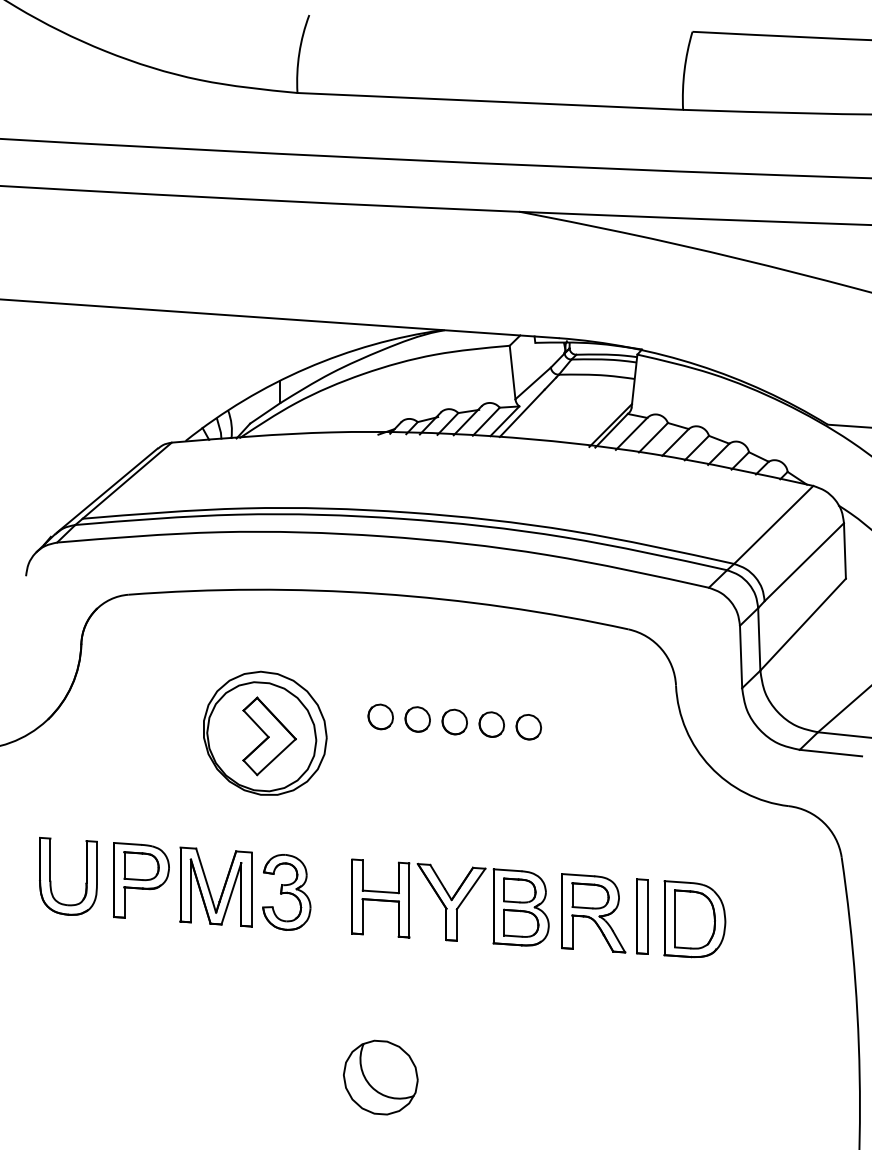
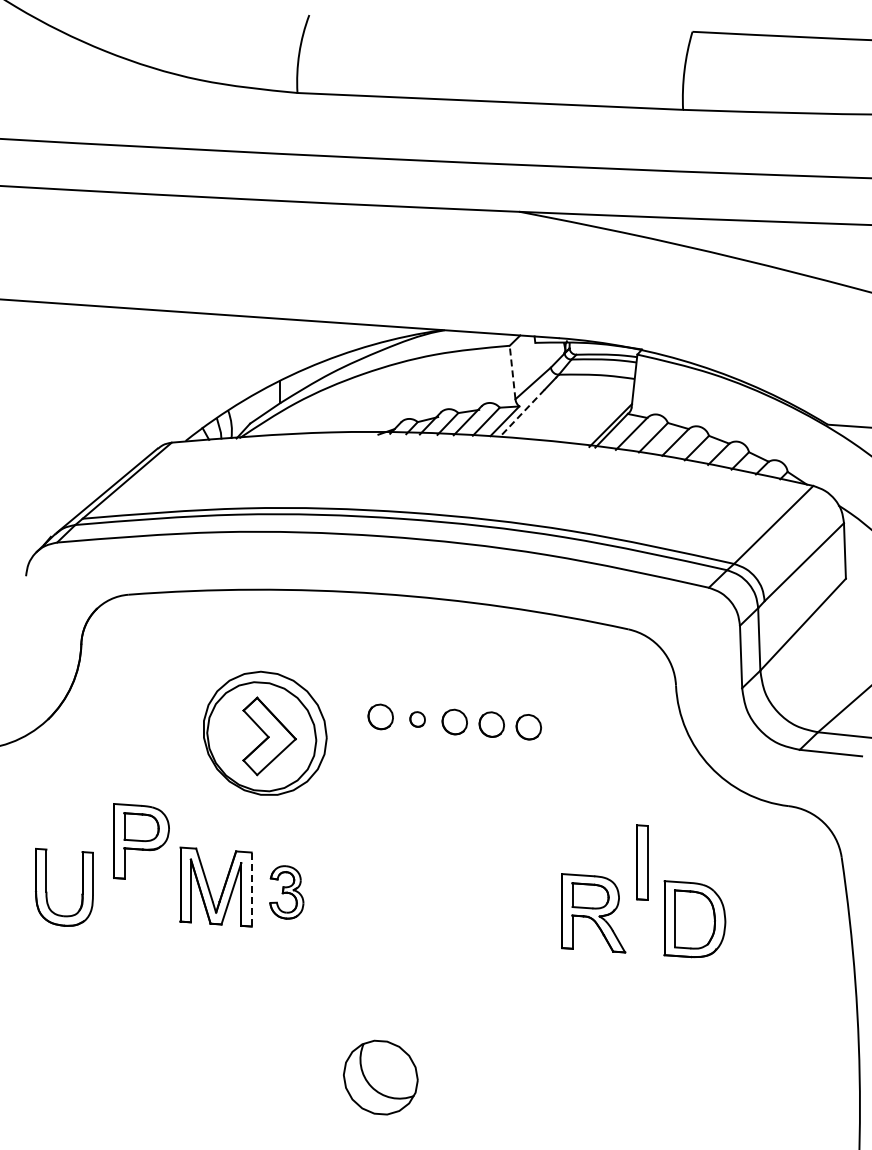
line at (512, 372): solid -> dashed
line at (522, 413): solid -> dashed
part at (417, 719) size: 27x27 px -> 17x17 px
part at (51, 880) position: (51, 880) -> (47, 891)
part at (141, 880) position: (141, 880) -> (141, 841)
line at (251, 890): solid -> dashed
part at (286, 892) size: 50x77 px -> 36x55 px
part at (450, 902): present -> none
part at (642, 916) position: (642, 916) -> (642, 862)
